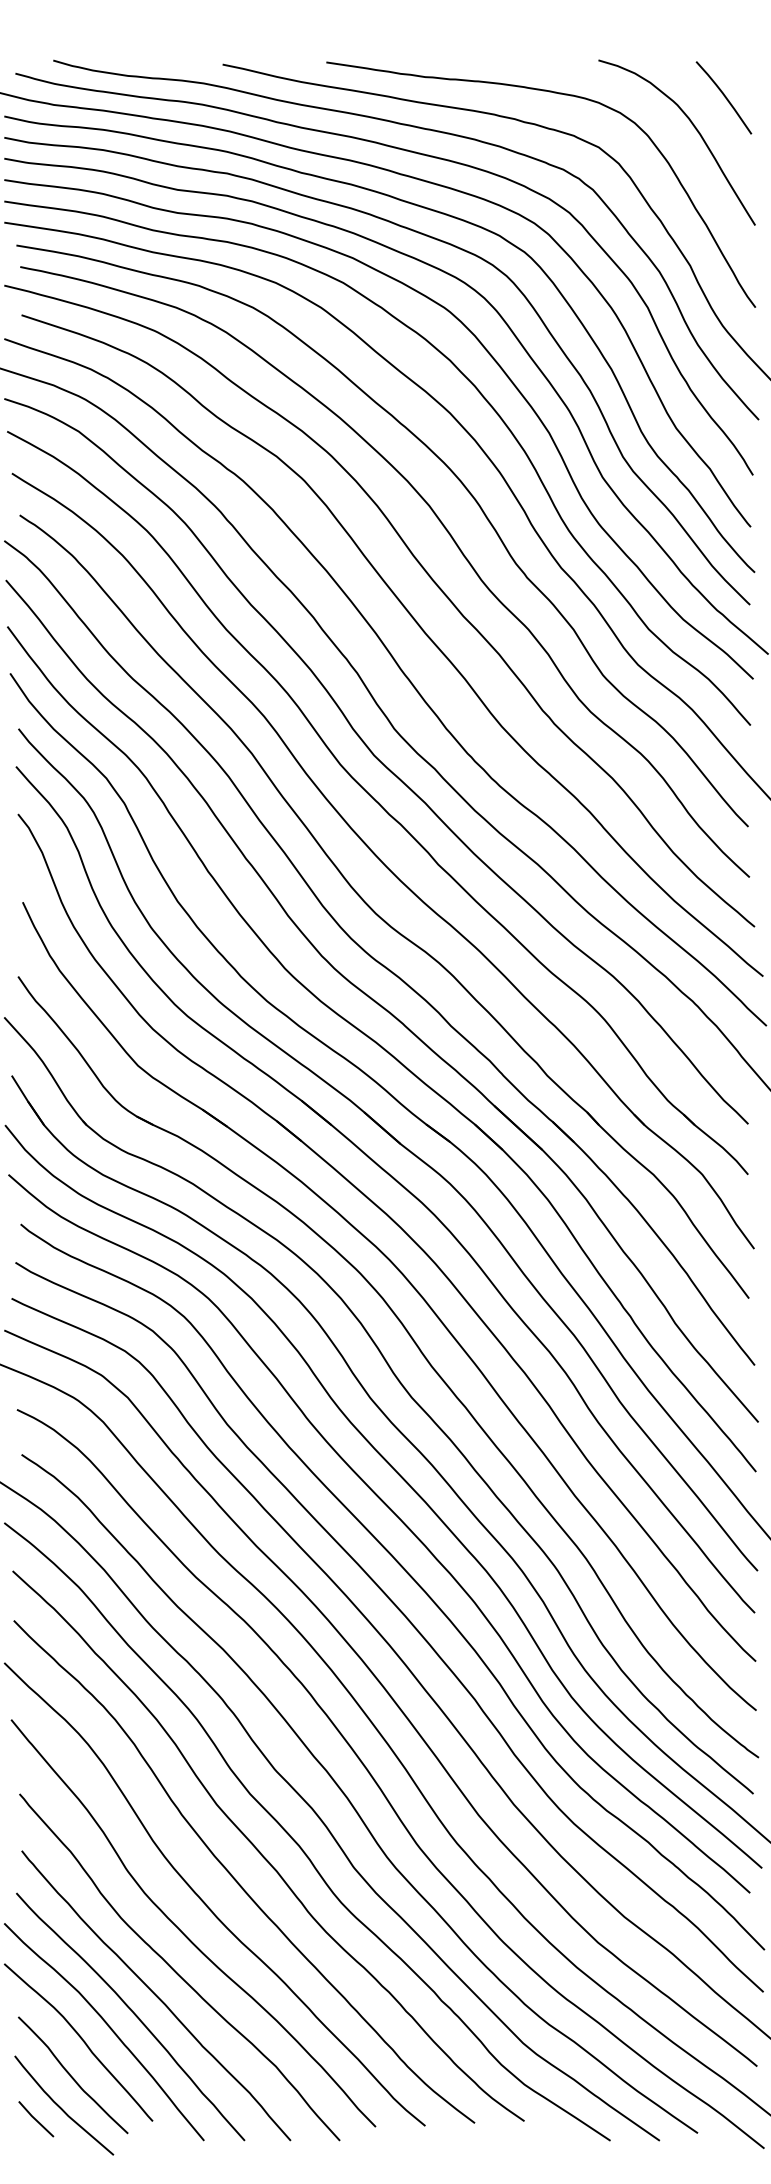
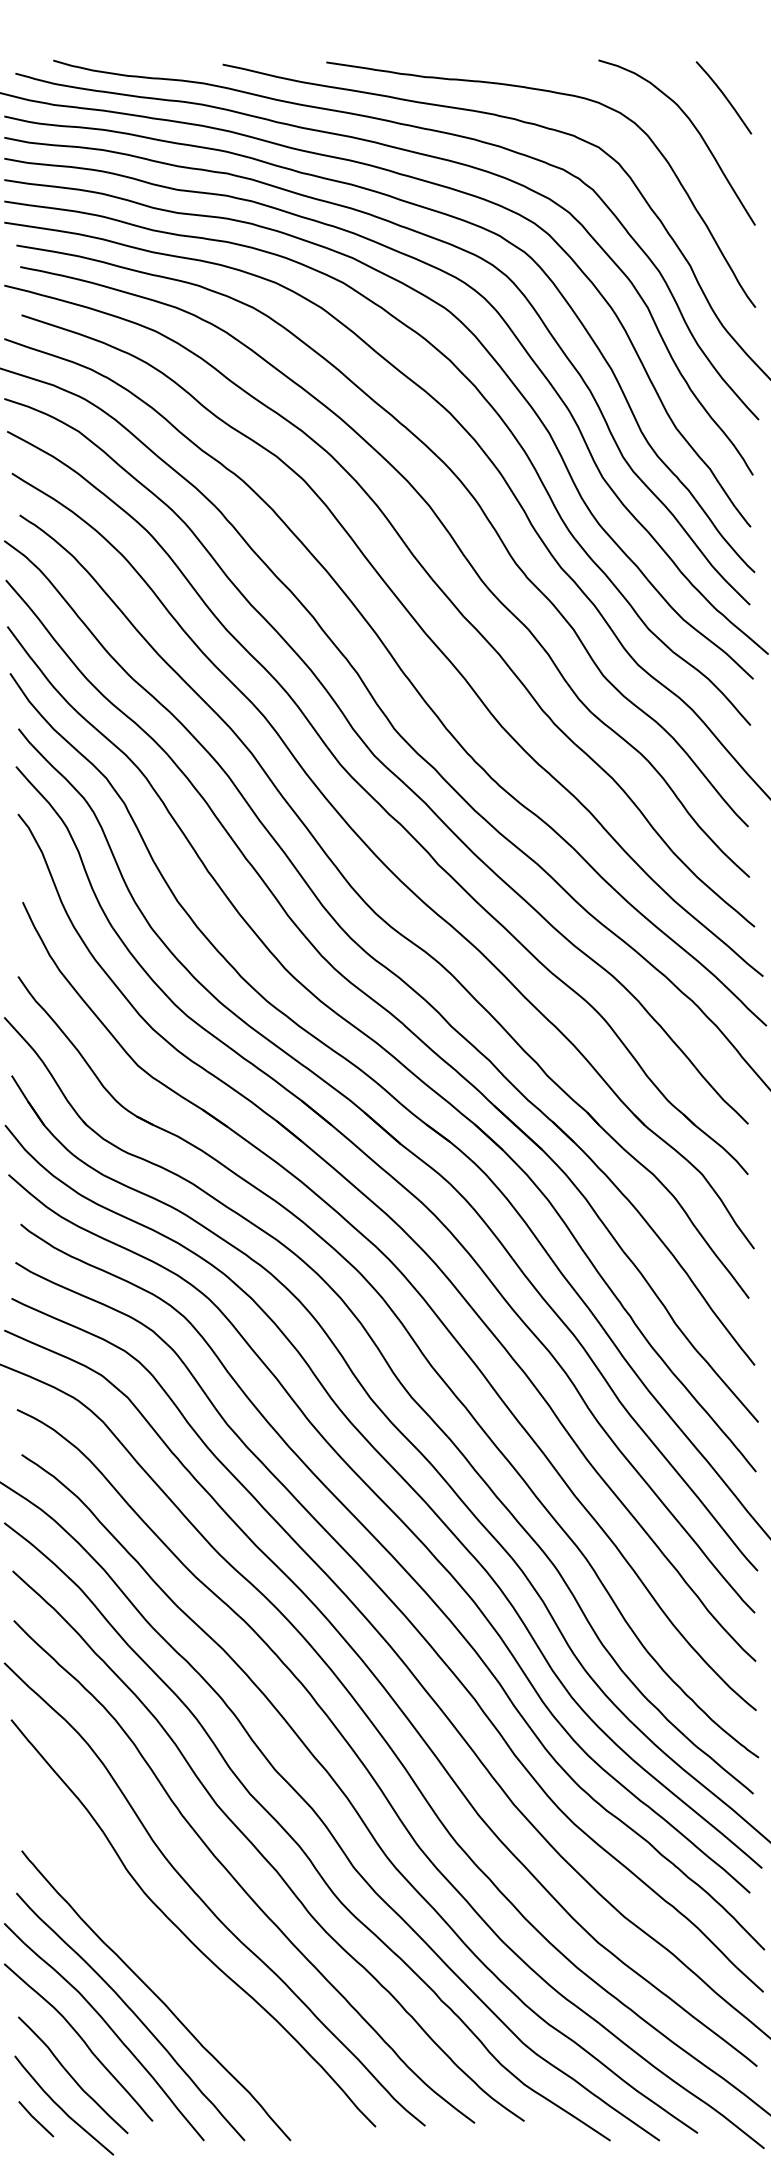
curve at (175, 1970): present -> none
